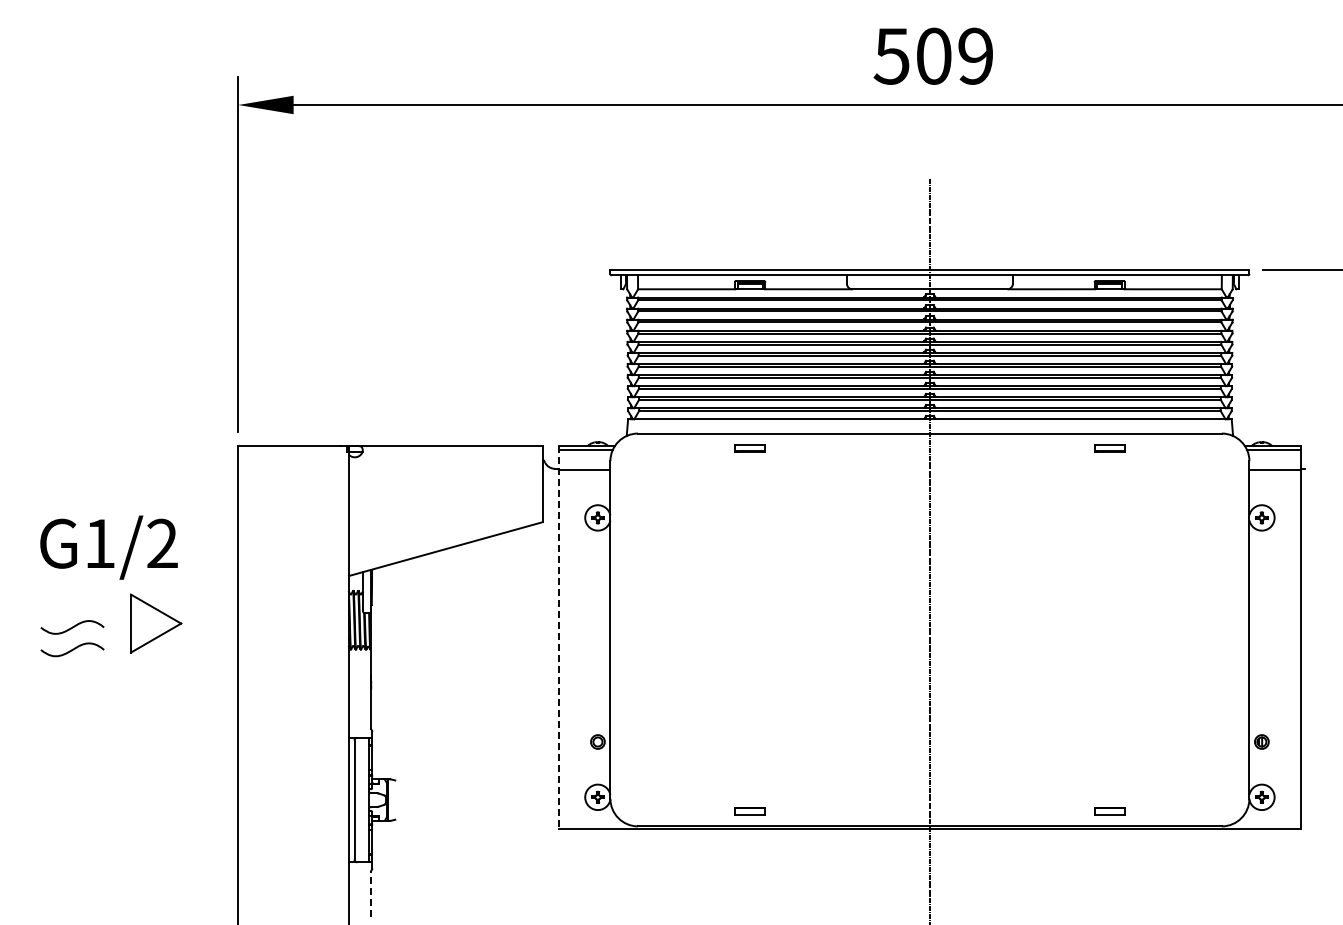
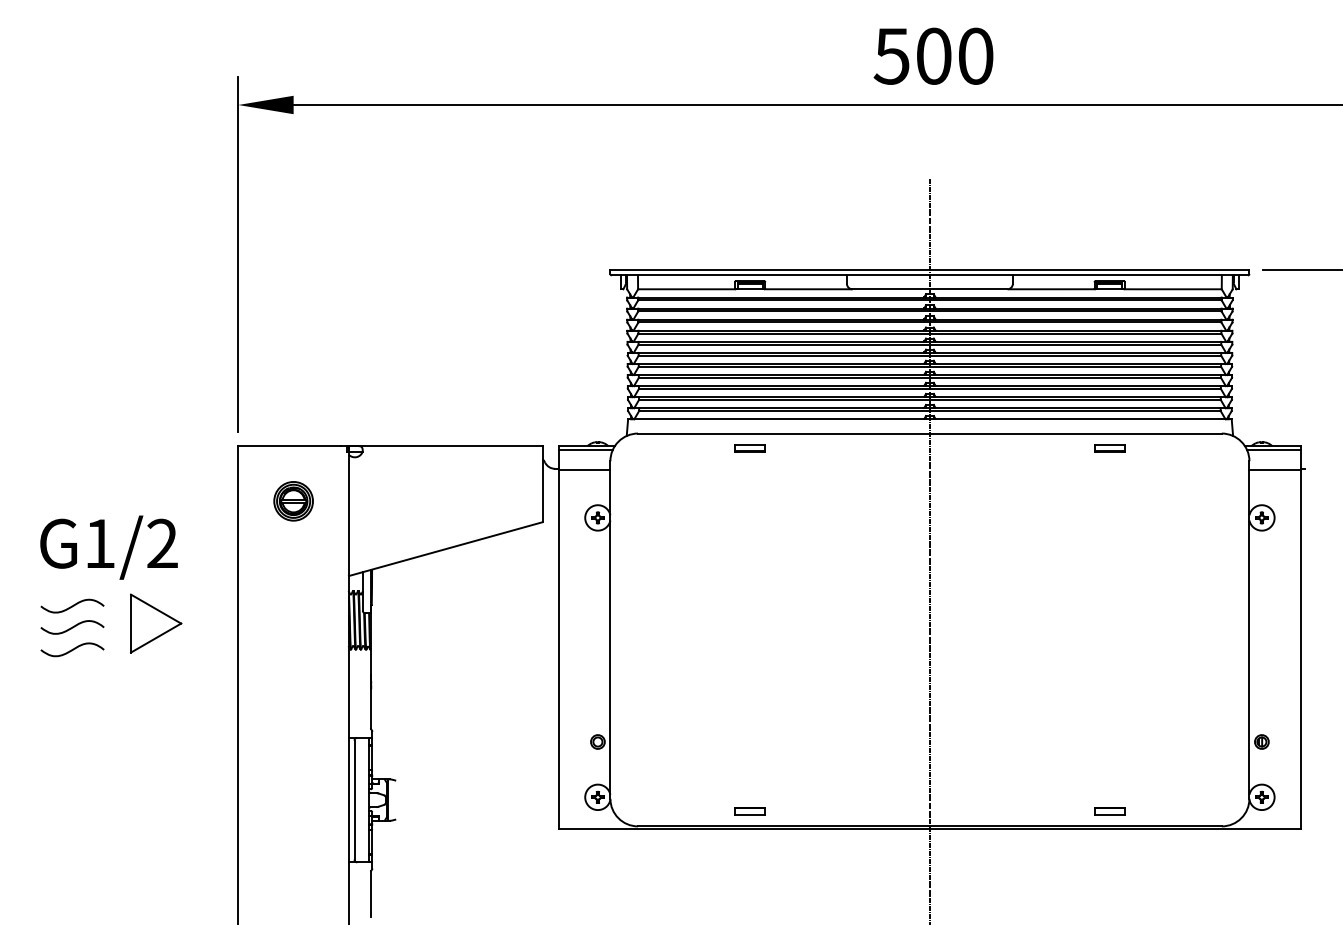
text at (975, 55): 509 -> 500
part at (293, 501): none -> present
curve at (72, 605): none -> present
line at (559, 637): dashed -> solid
line at (371, 894): dashed -> solid
